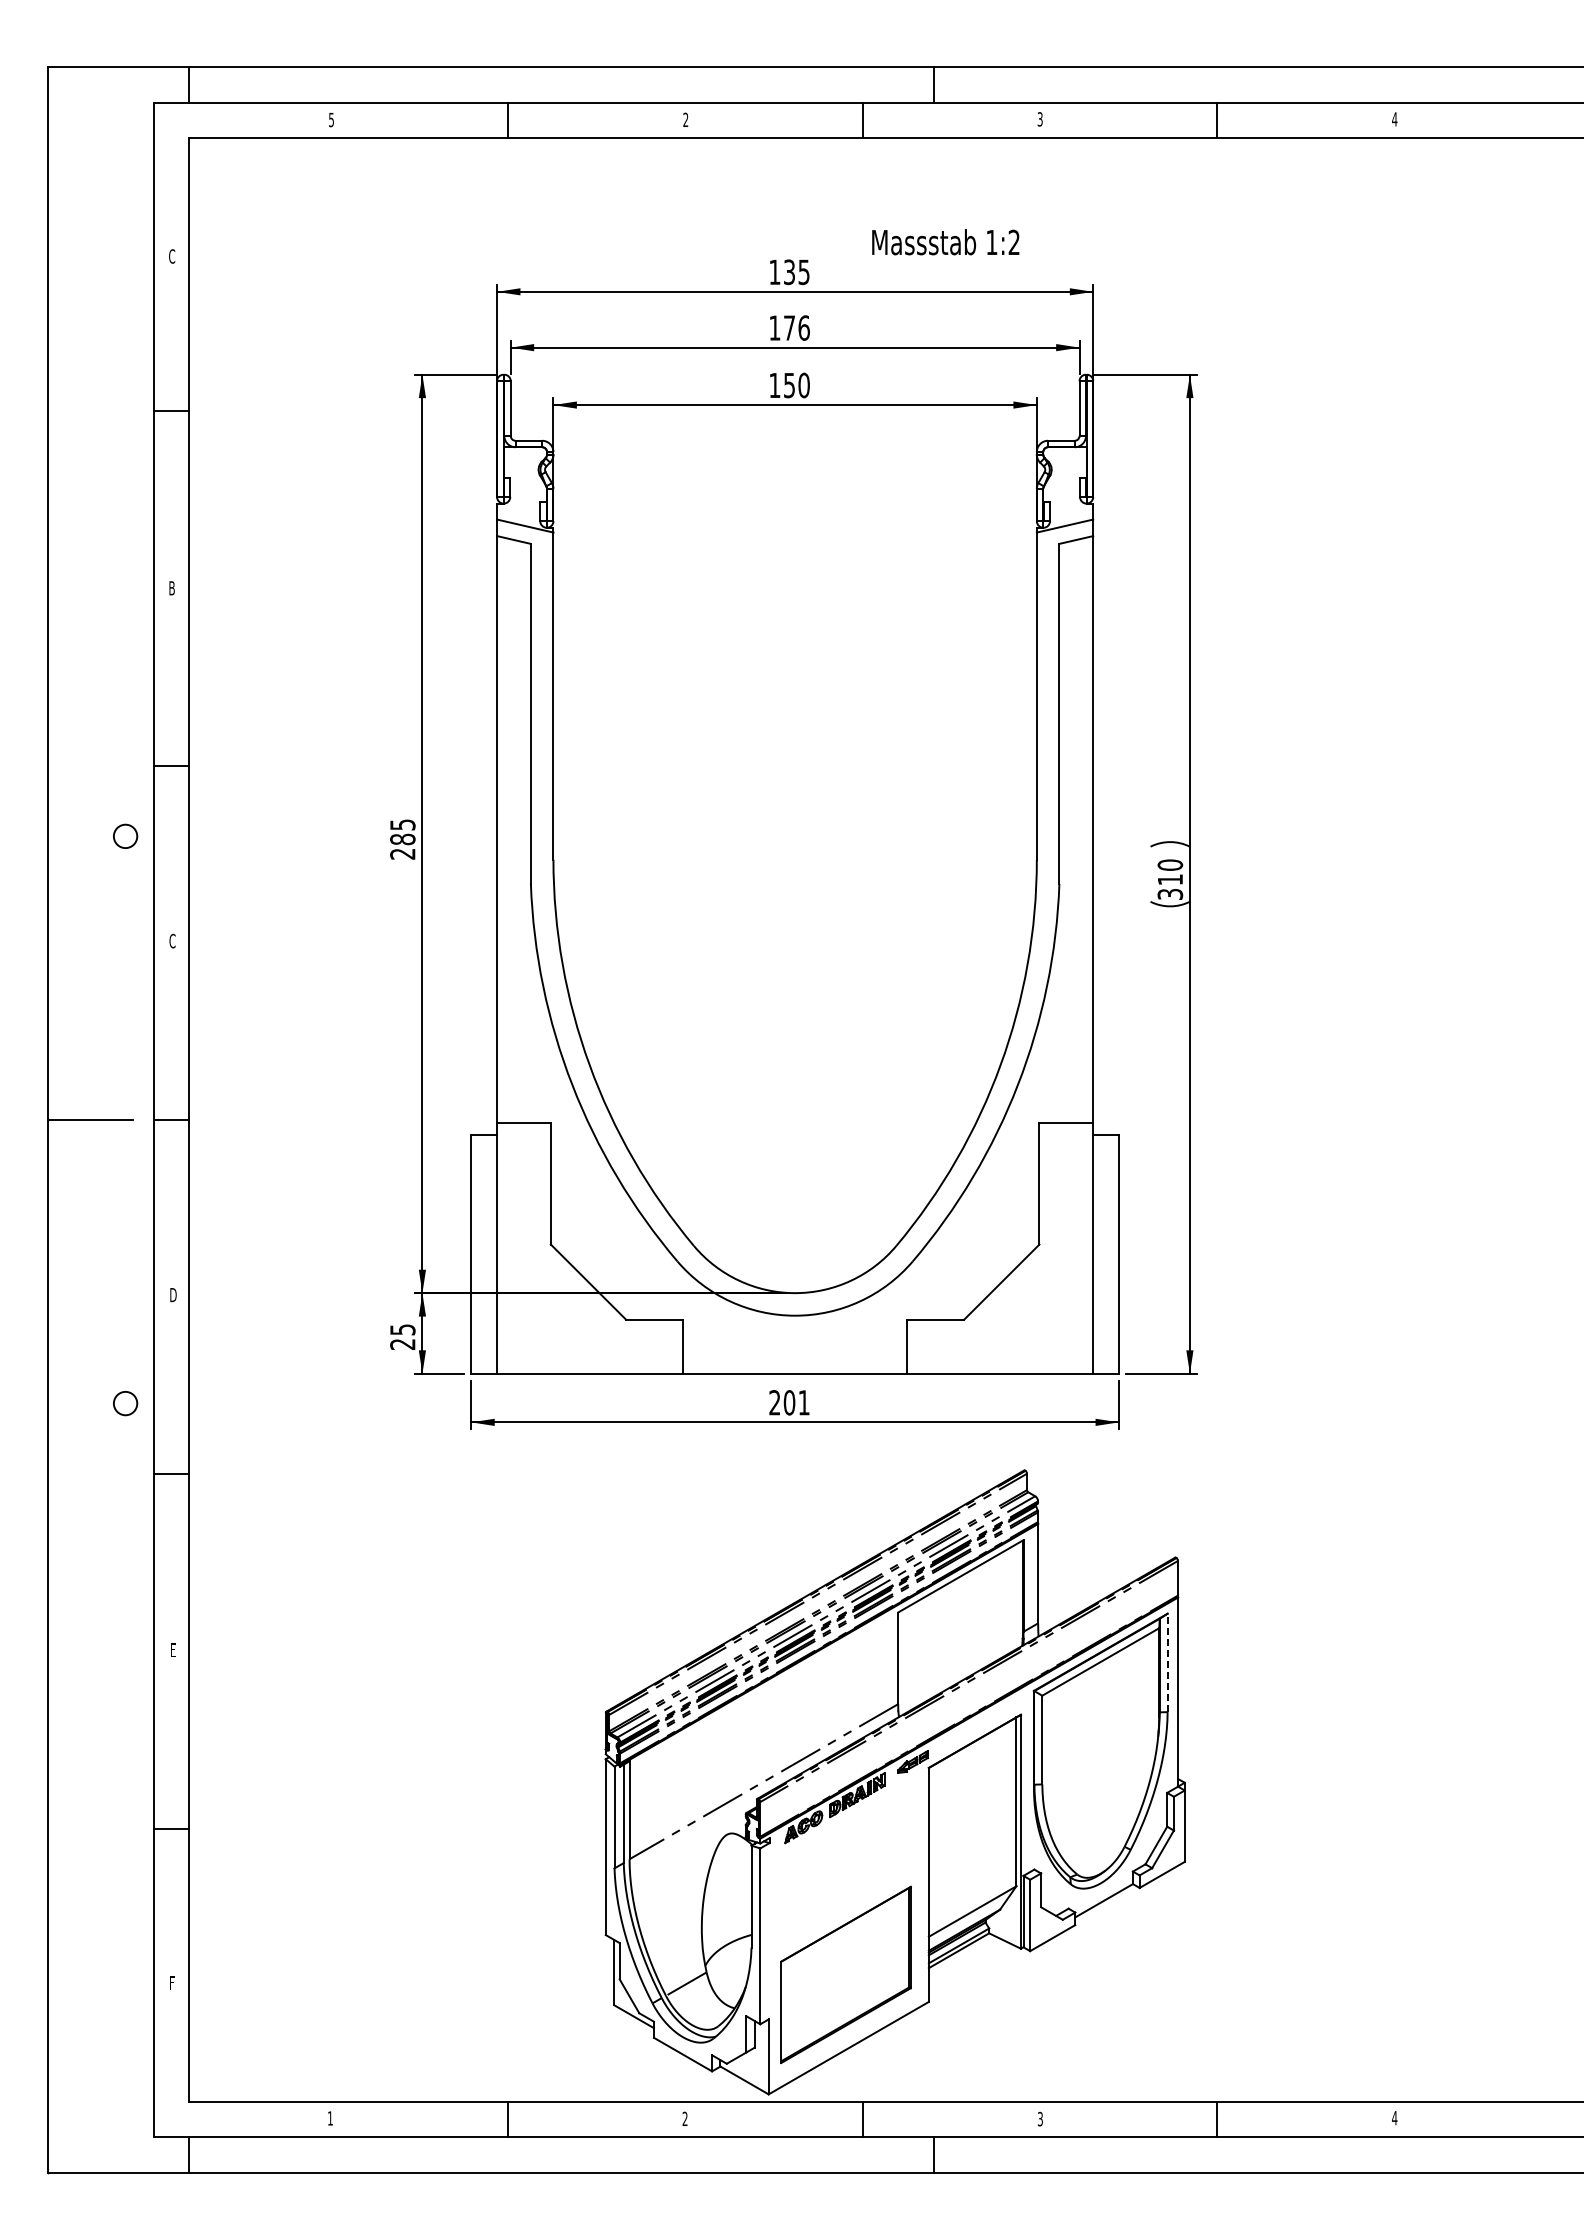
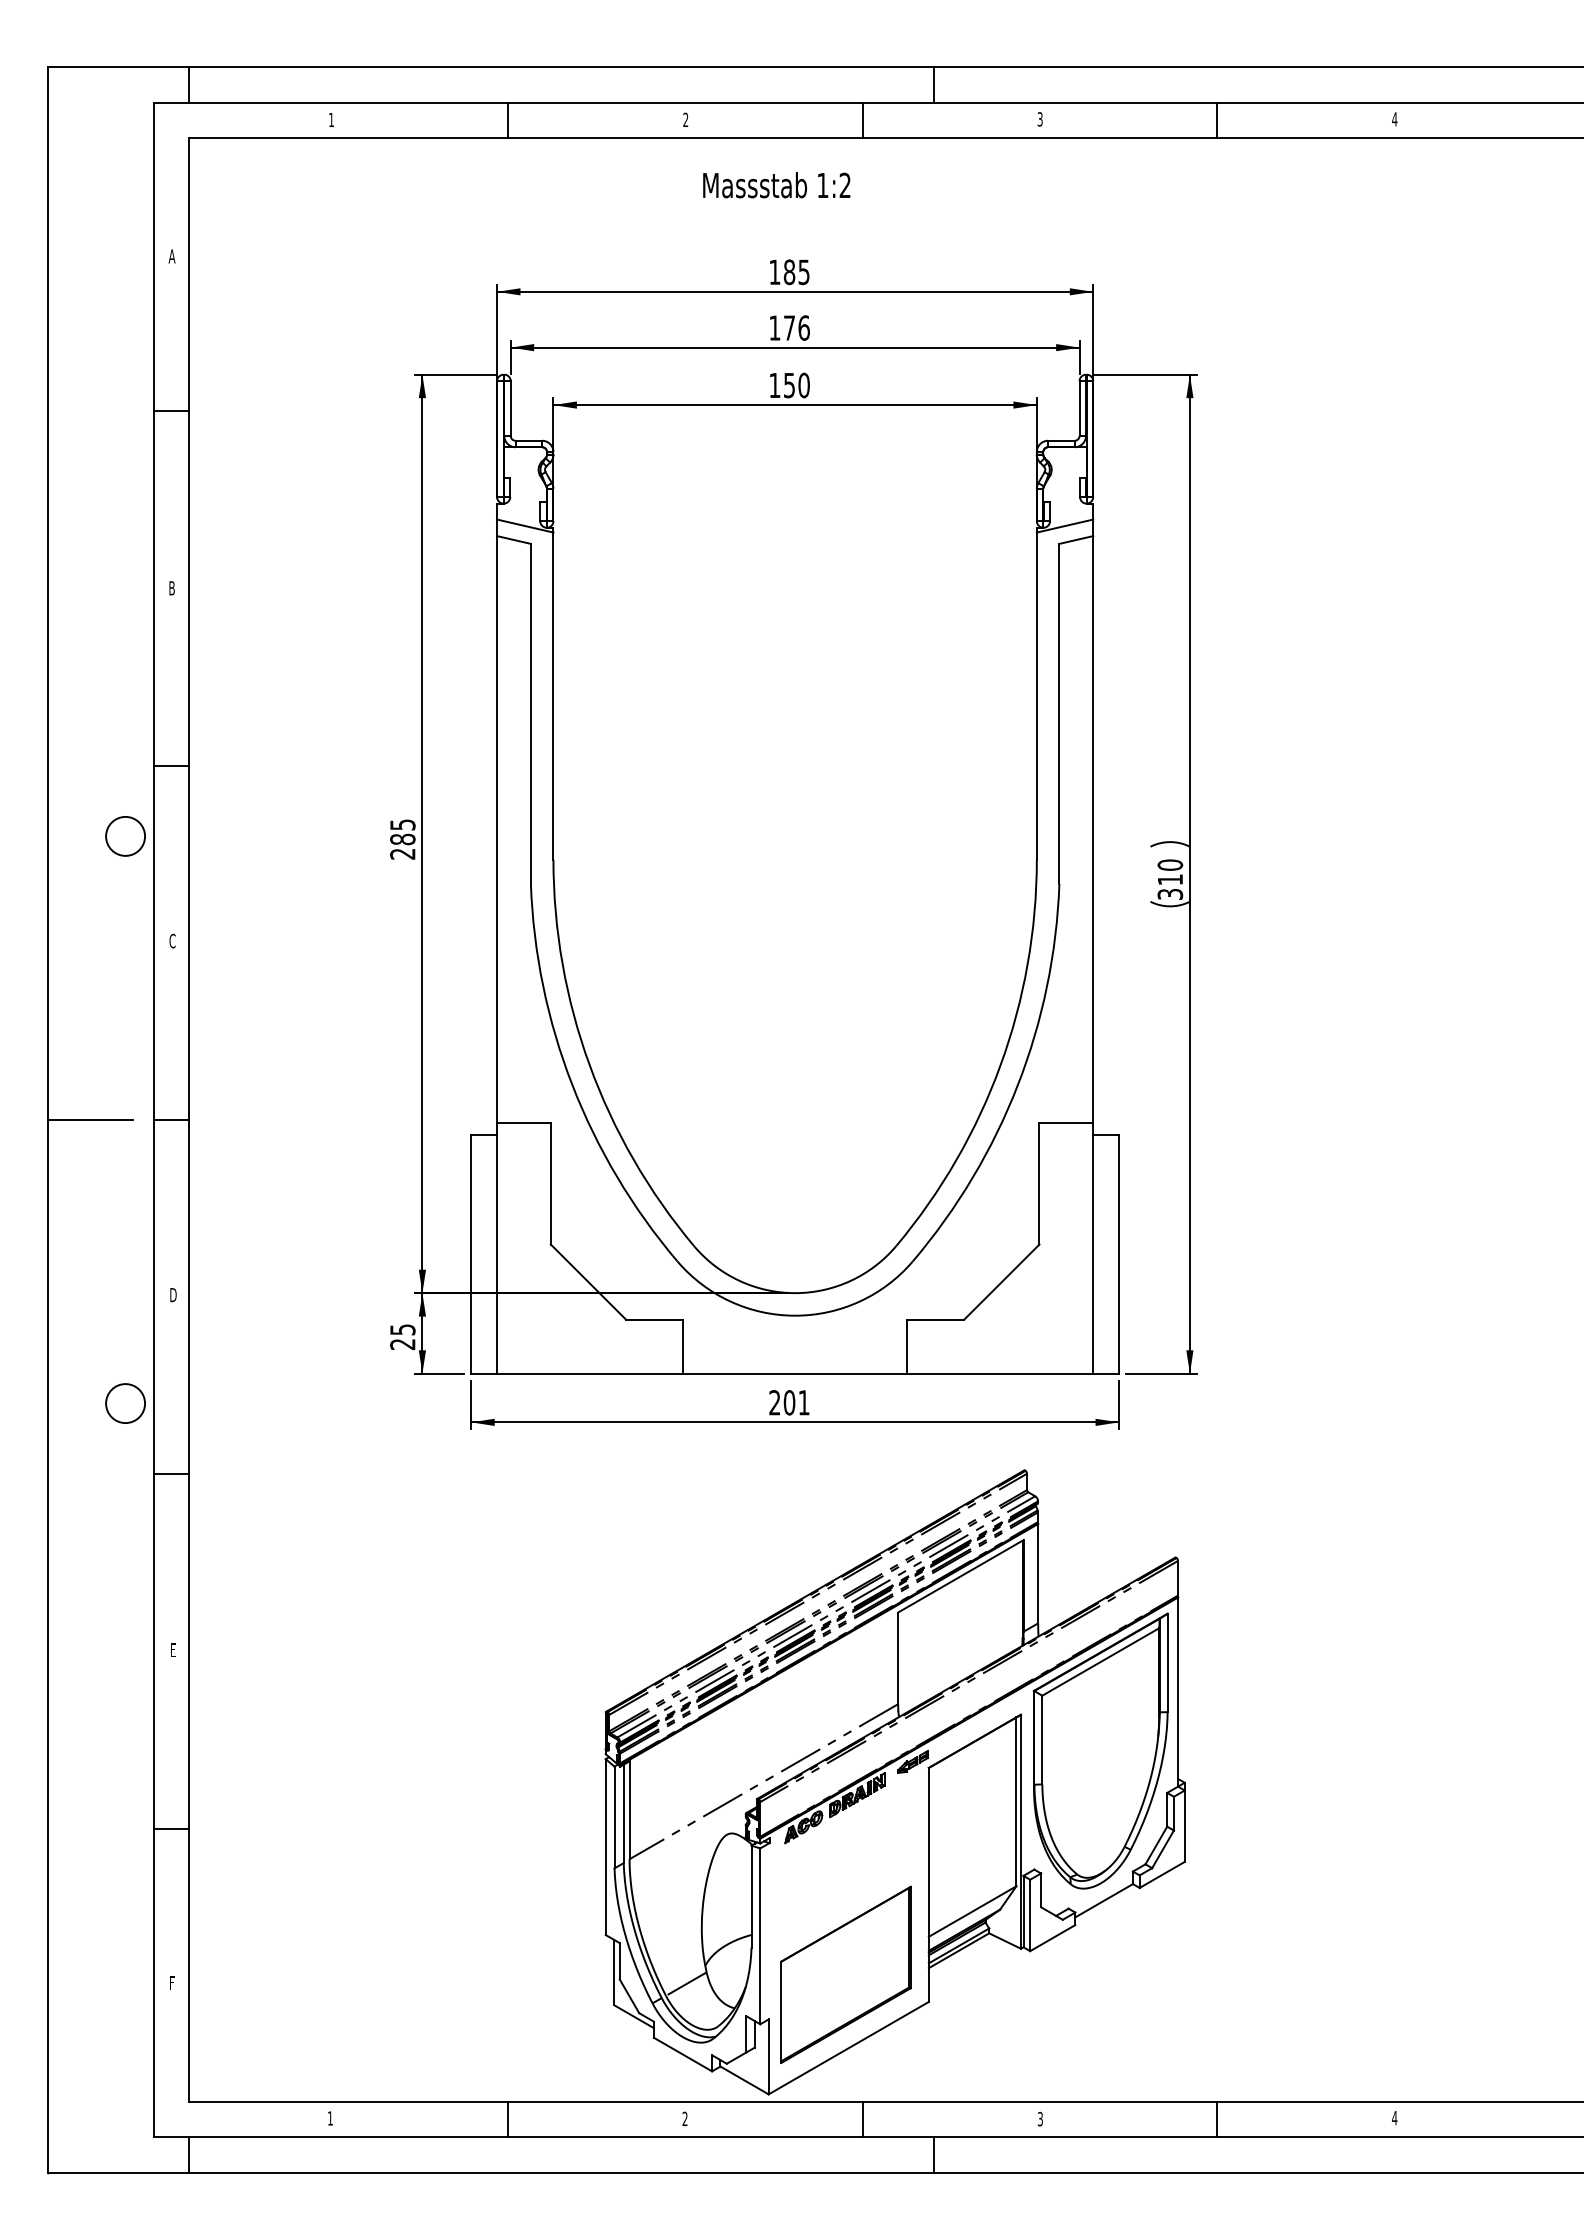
text at (331, 119): 5 -> 1
text at (945, 242) position: (945, 242) -> (776, 185)
text at (171, 256): C -> A
text at (789, 271): 135 -> 185
circle at (125, 836) diameter: 23 px -> 39 px
circle at (125, 1403) diameter: 23 px -> 39 px
line at (1167, 1662): dashed -> solid
